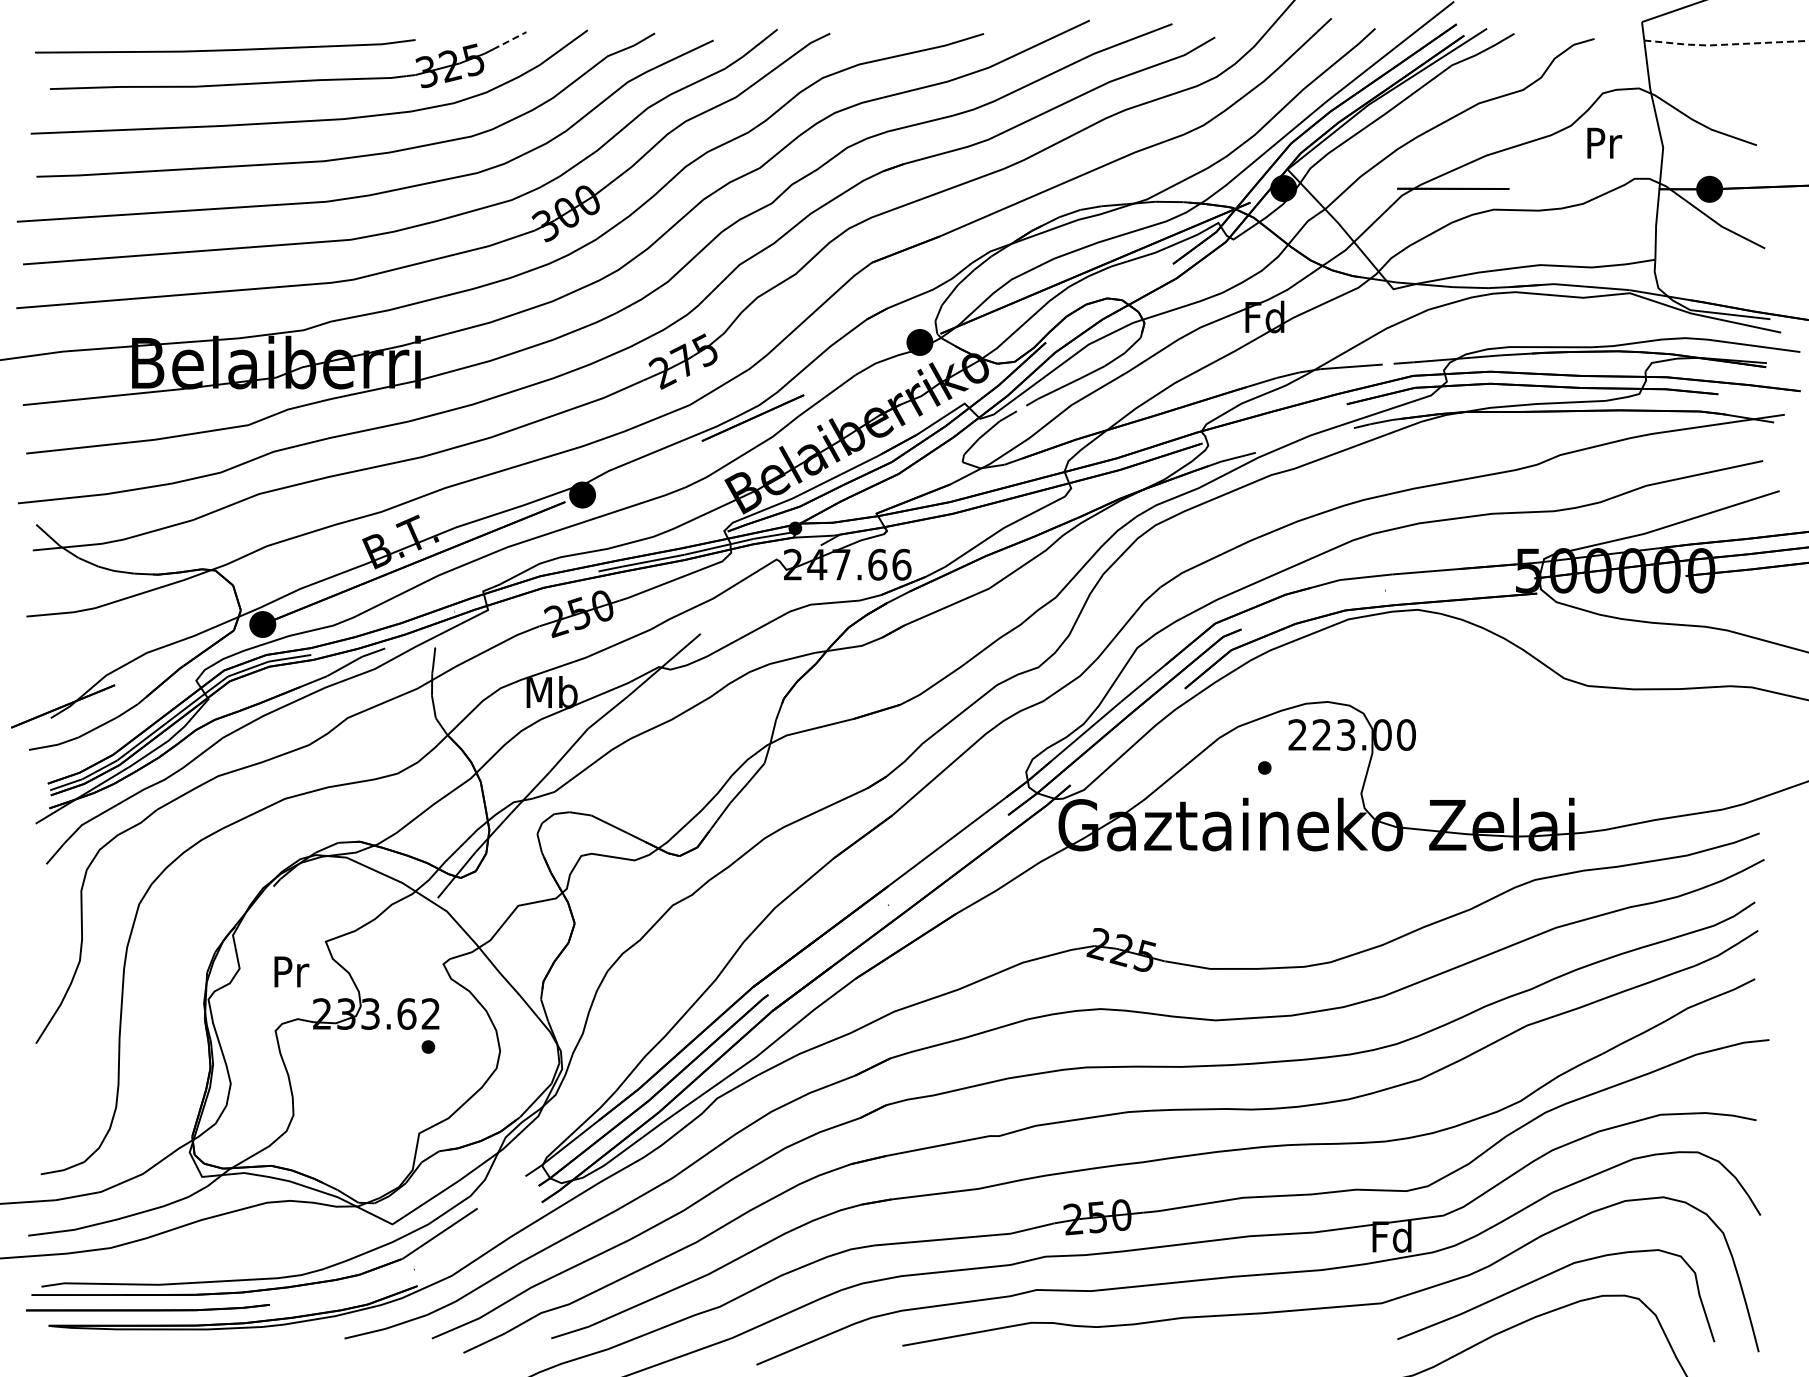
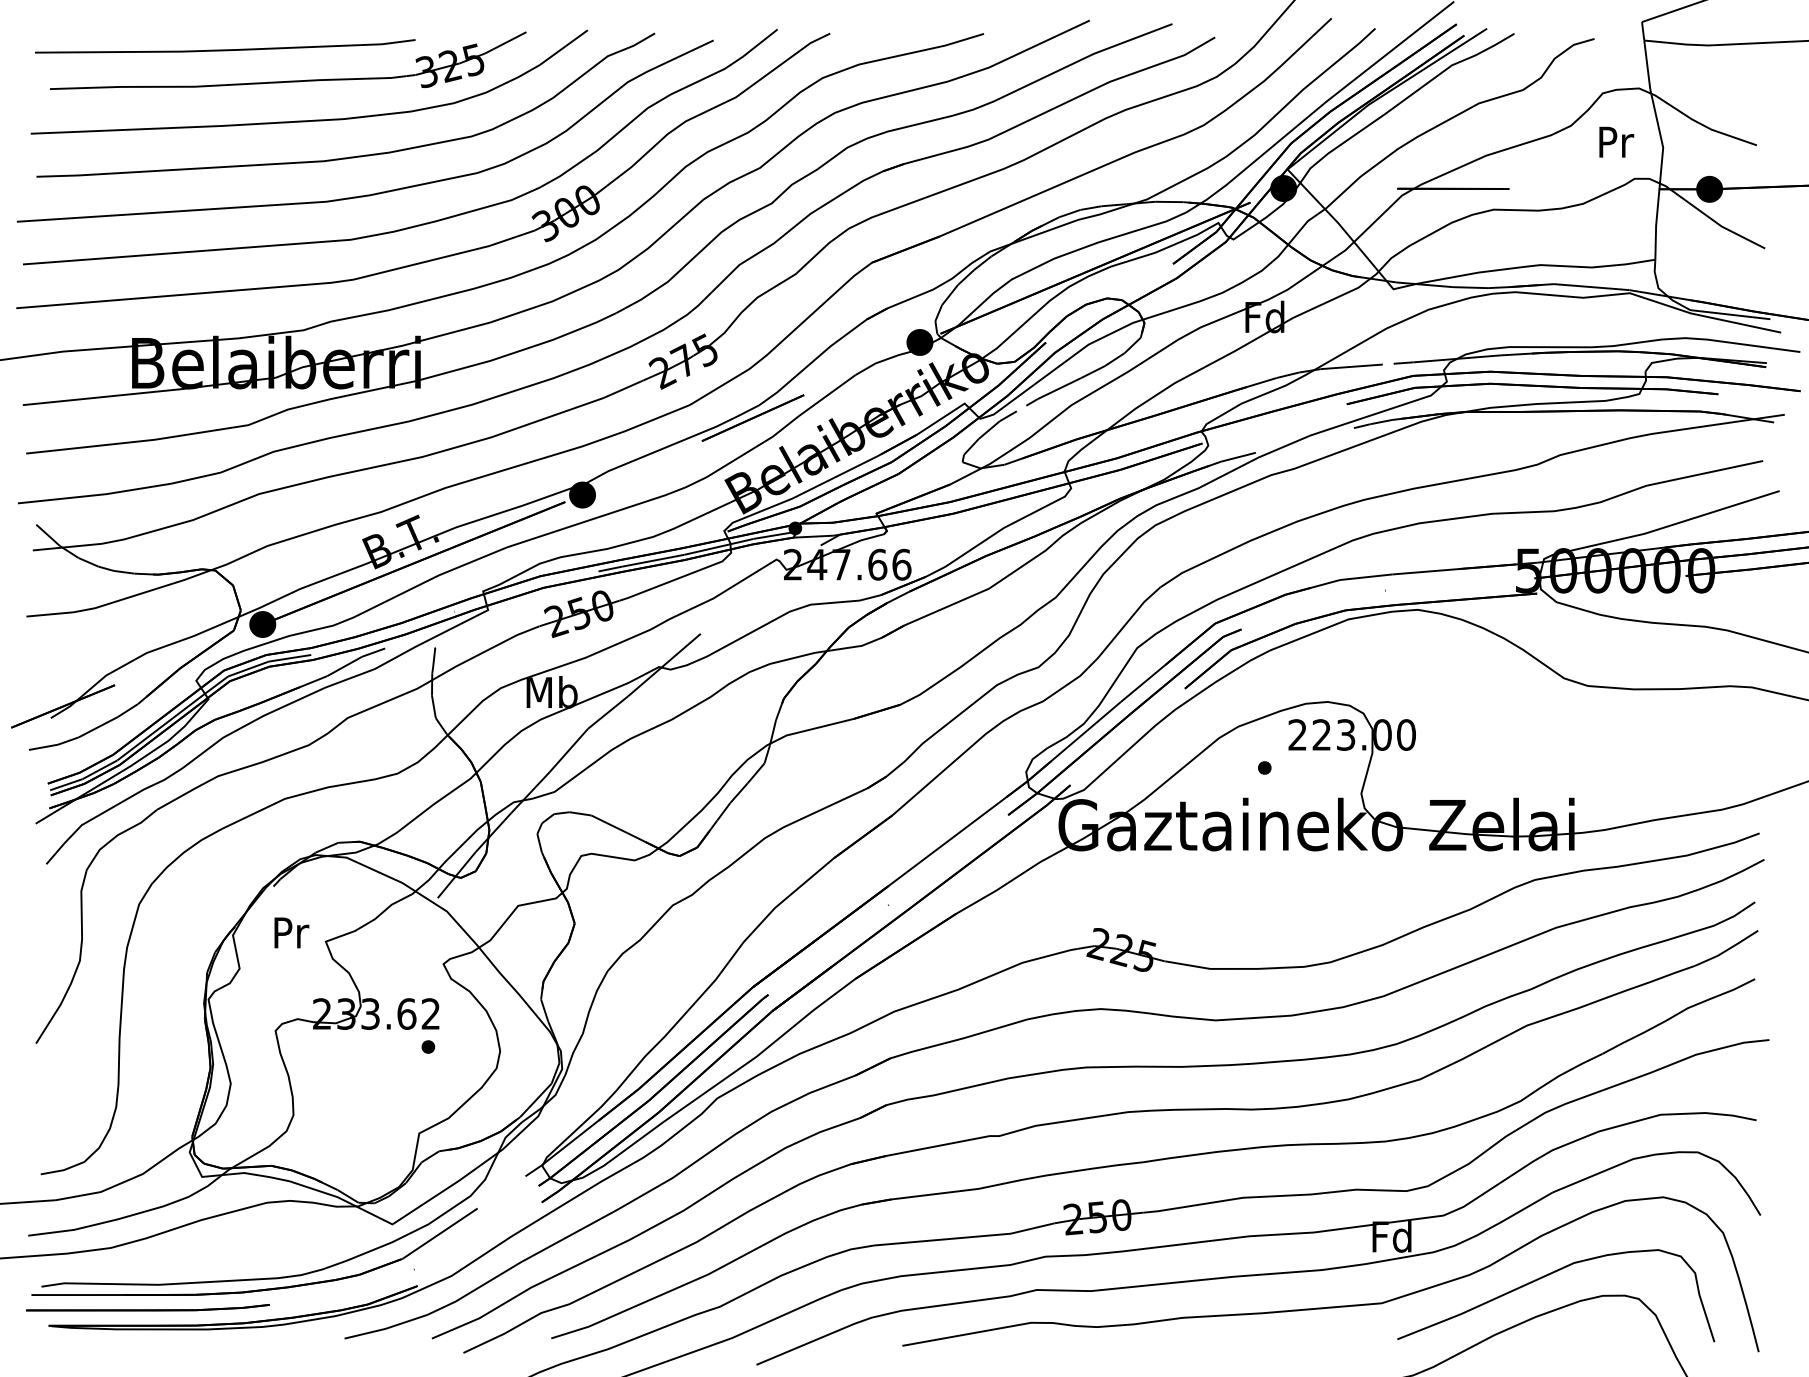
line at (509, 40): dashed -> solid
line at (1725, 44): dashed -> solid
text at (1604, 142) position: (1604, 142) -> (1616, 141)
text at (291, 971) position: (291, 971) -> (291, 932)
